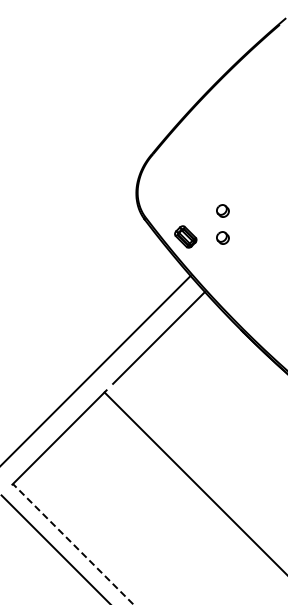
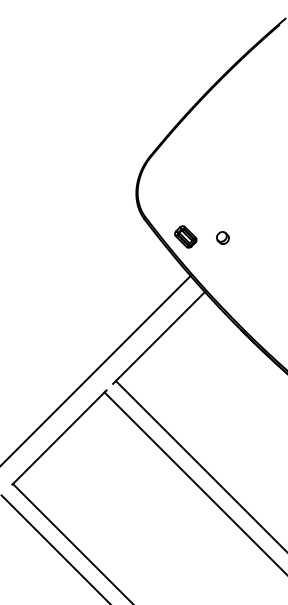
part at (222, 210): present -> none
line at (199, 465): none -> present
line at (72, 543): dashed -> solid
